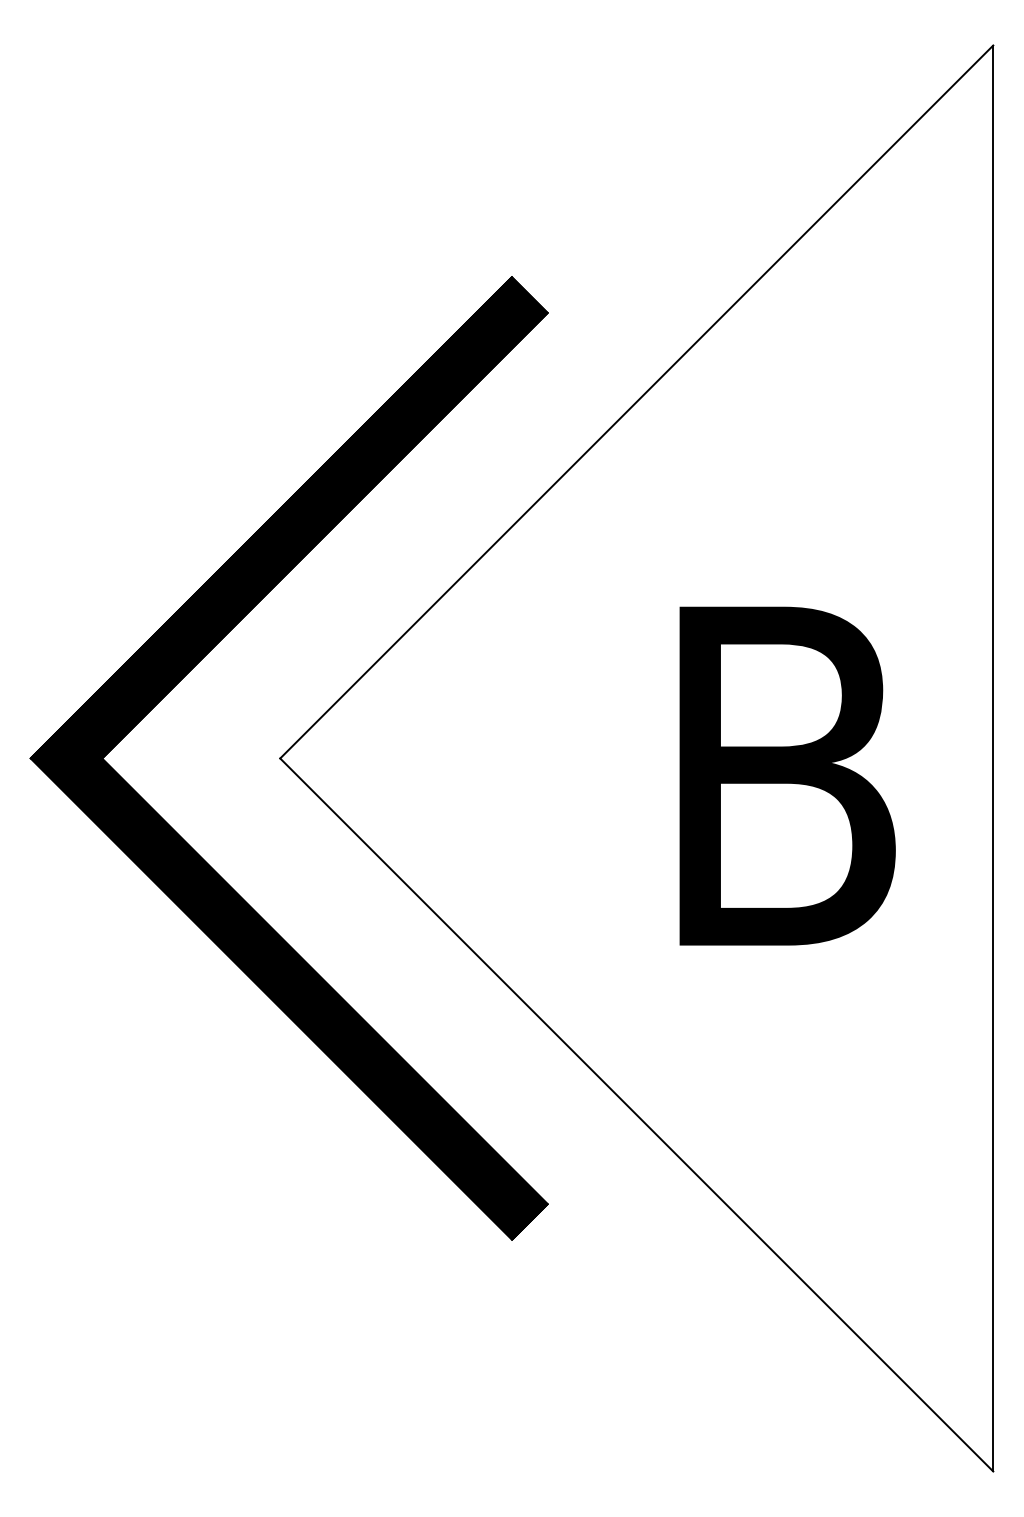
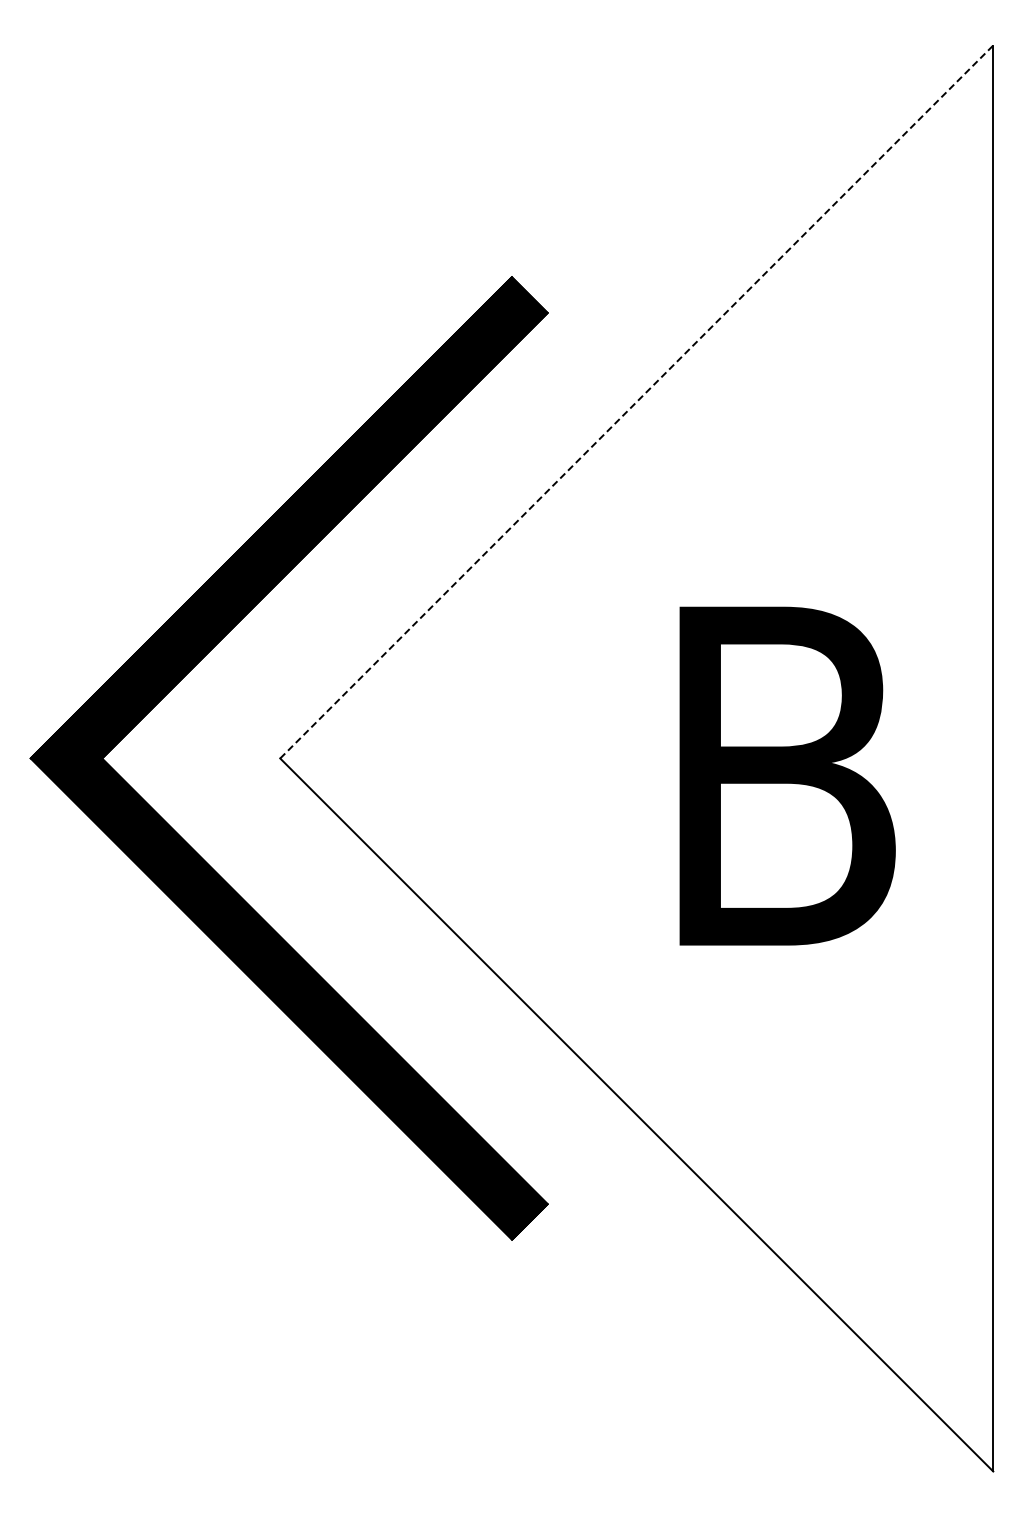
line at (637, 401): solid -> dashed
